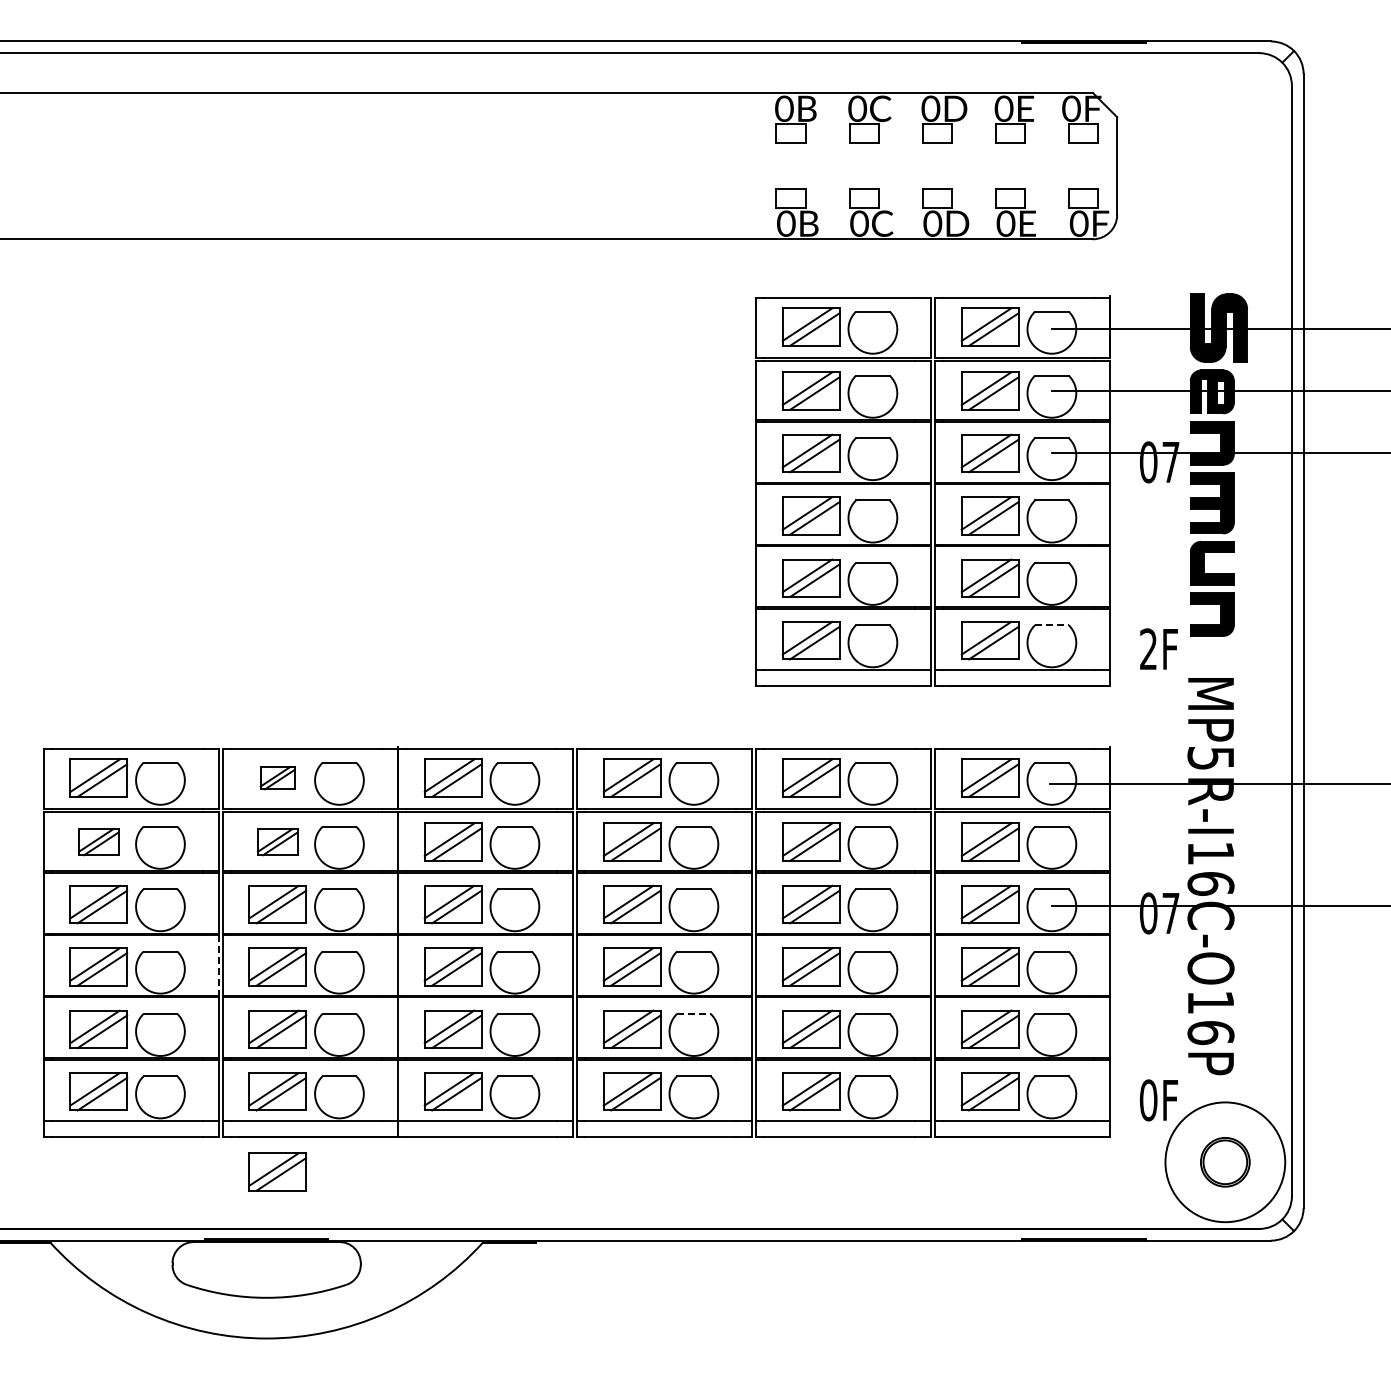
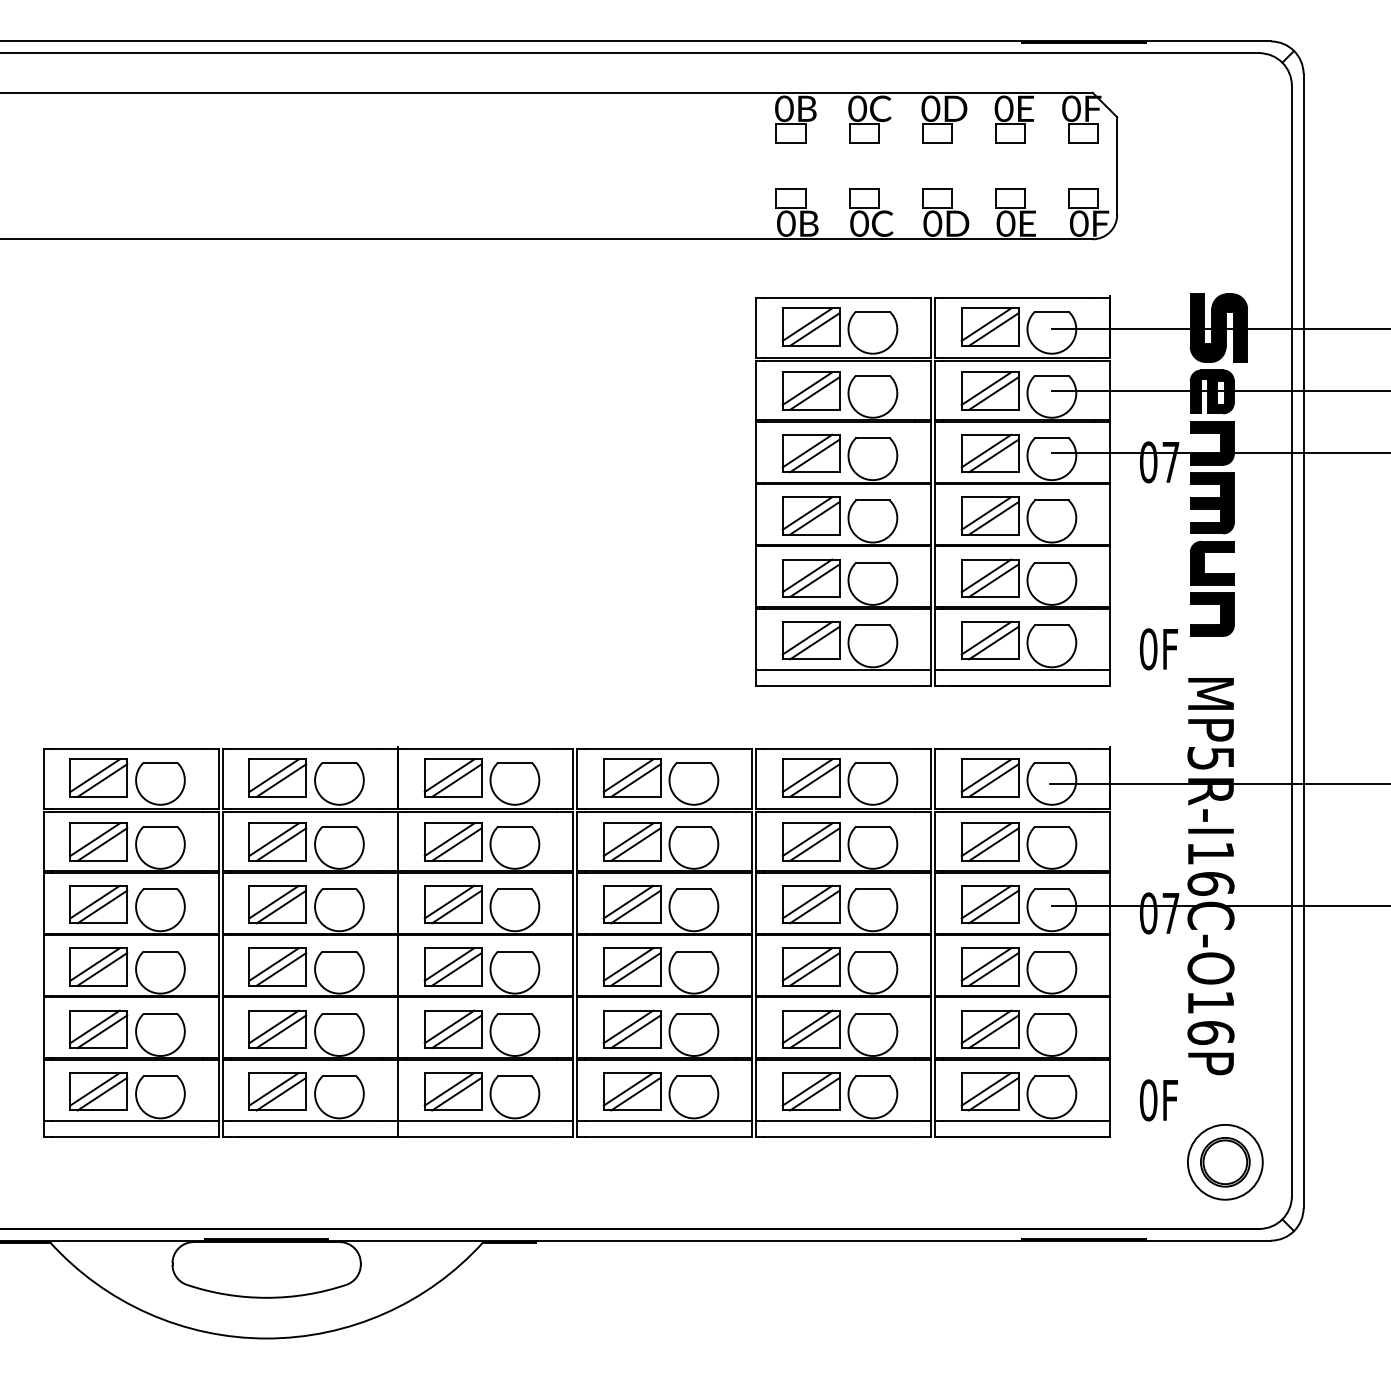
line at (1051, 625): dashed -> solid
text at (1148, 649): 2F -> 0F
part at (277, 777) size: 37x26 px -> 60x40 px
part at (98, 842) size: 43x29 px -> 60x40 px
part at (277, 842) size: 43x29 px -> 60x40 px
line at (218, 965): dashed -> solid
line at (693, 1013): dashed -> solid
circle at (1225, 1162) diameter: 120 px -> 75 px
part at (277, 1171): present -> none
